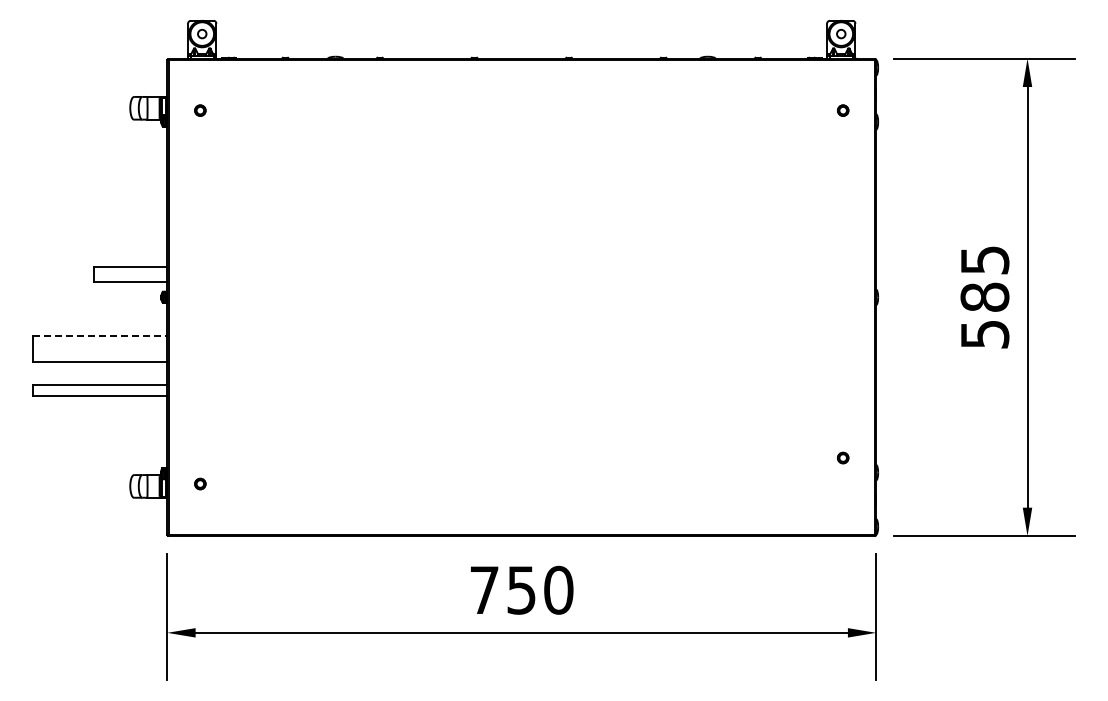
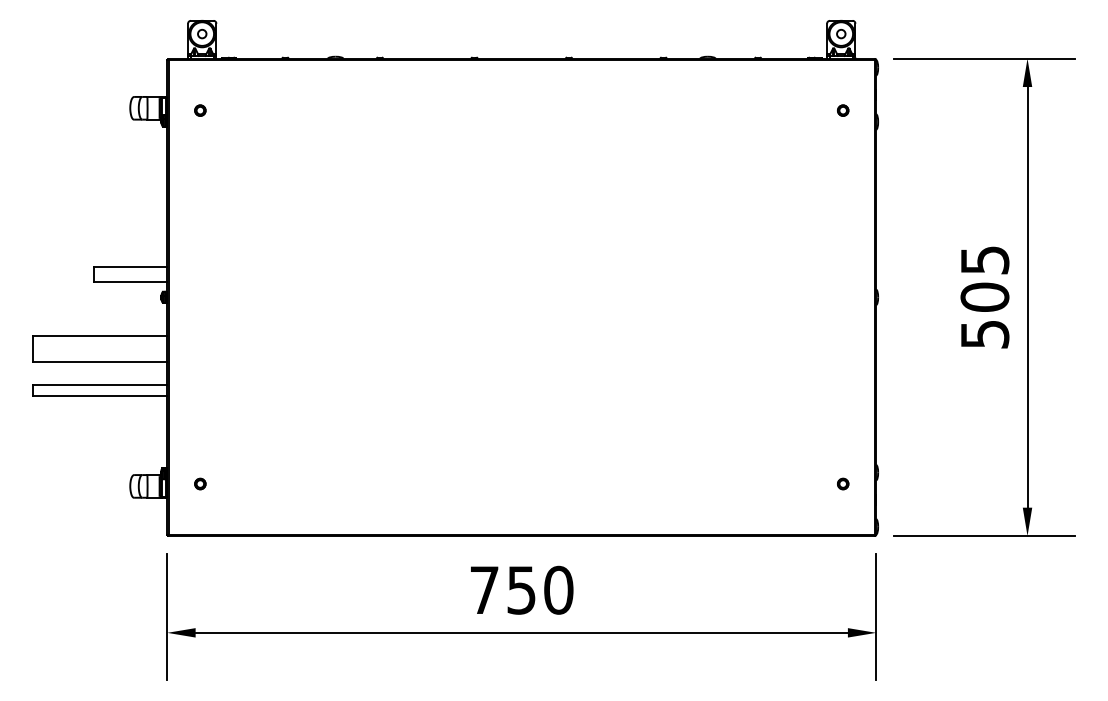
text at (984, 296): 585 -> 505
line at (100, 335): dashed -> solid
part at (843, 457) position: (843, 457) -> (843, 483)
